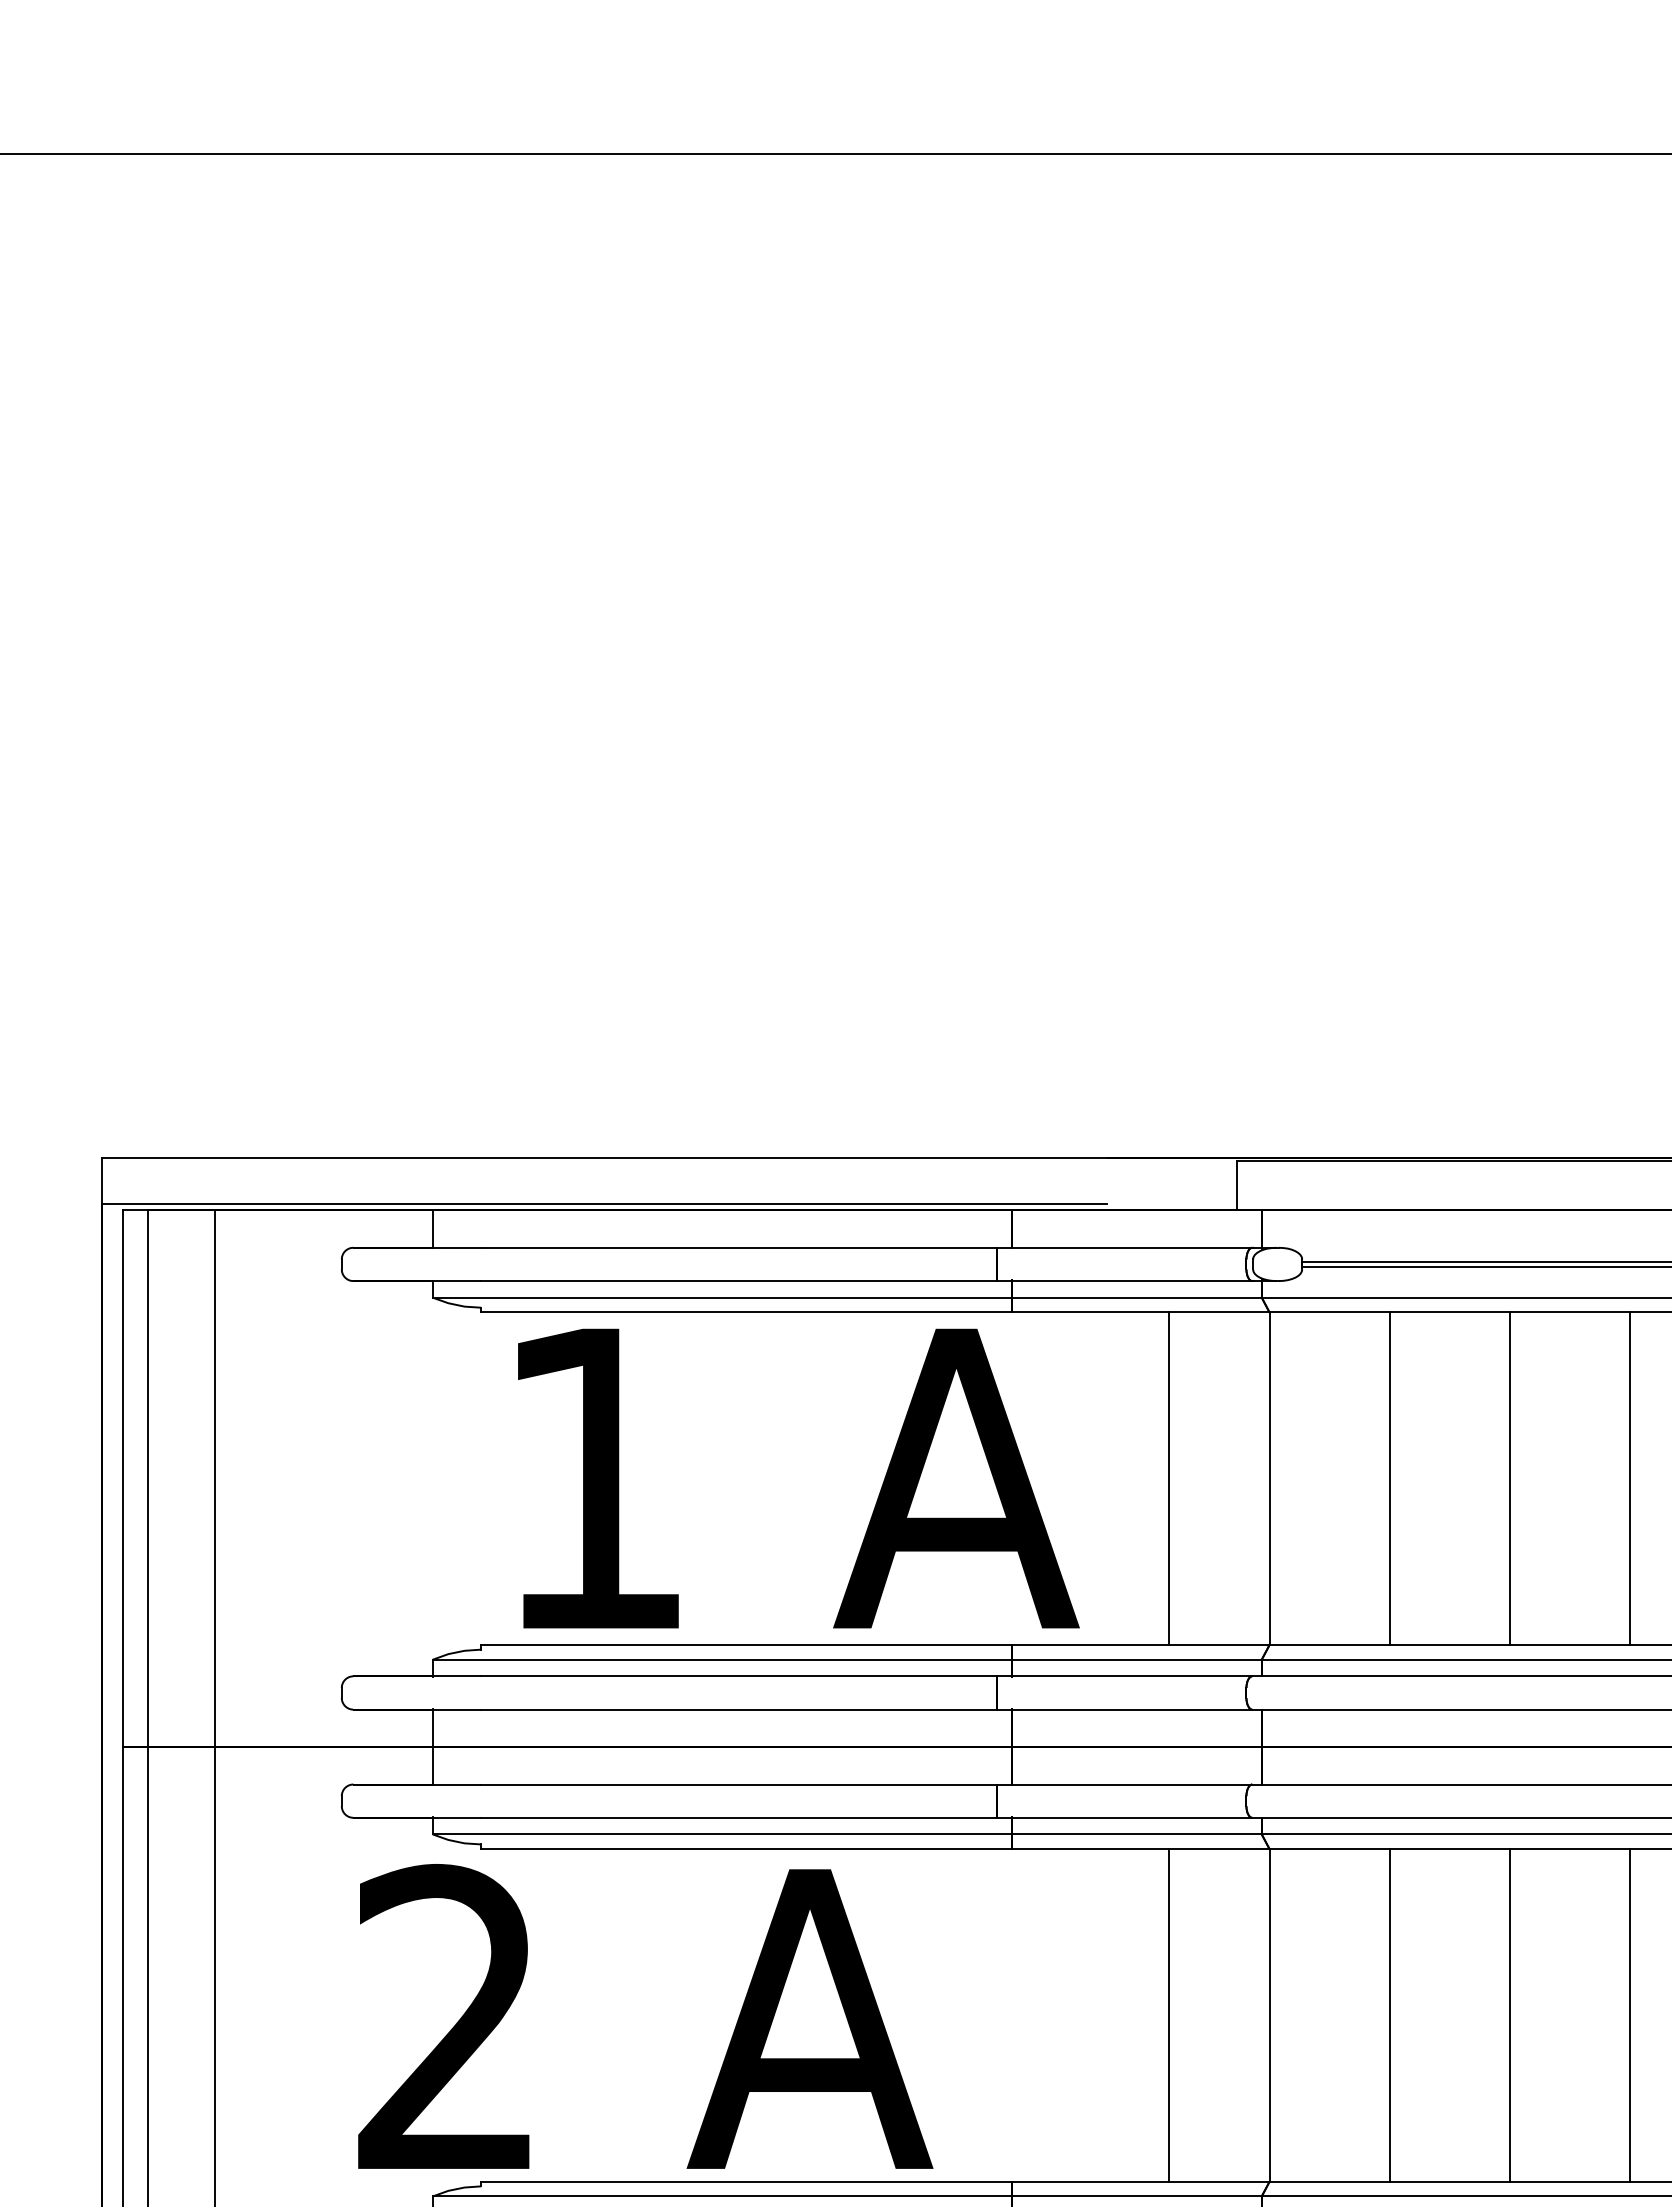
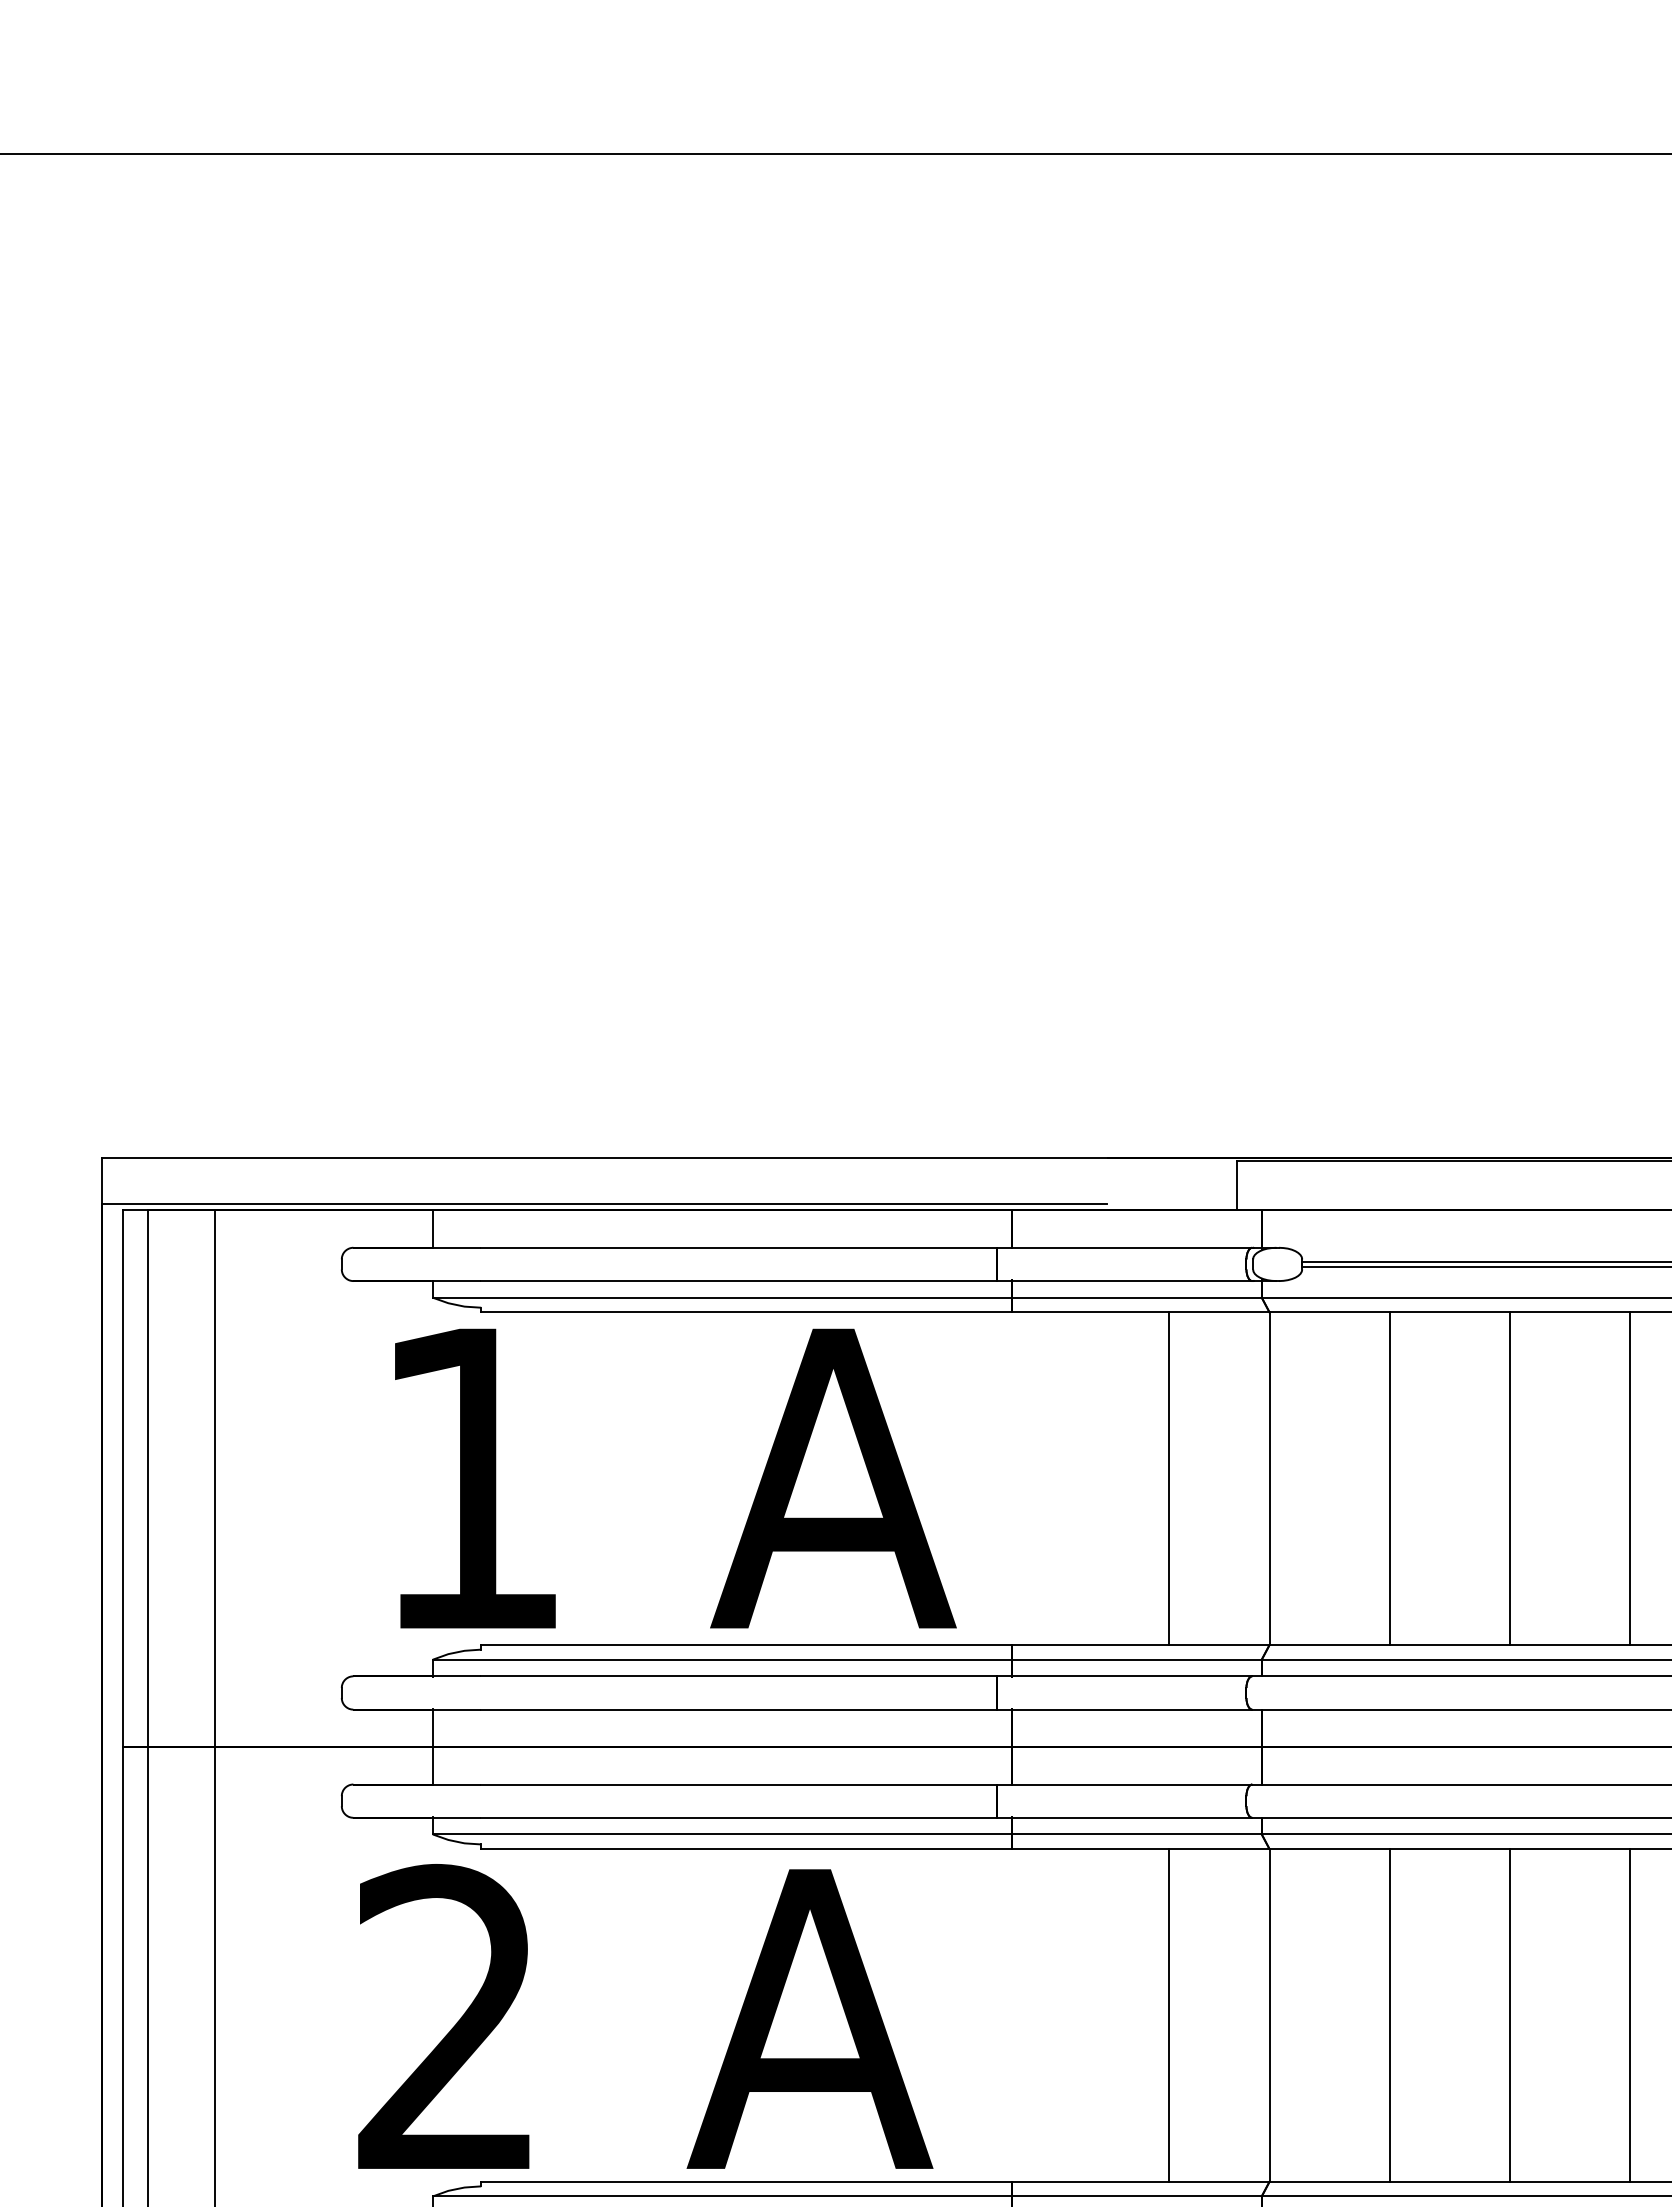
text at (798, 1478) position: (798, 1478) -> (675, 1478)
